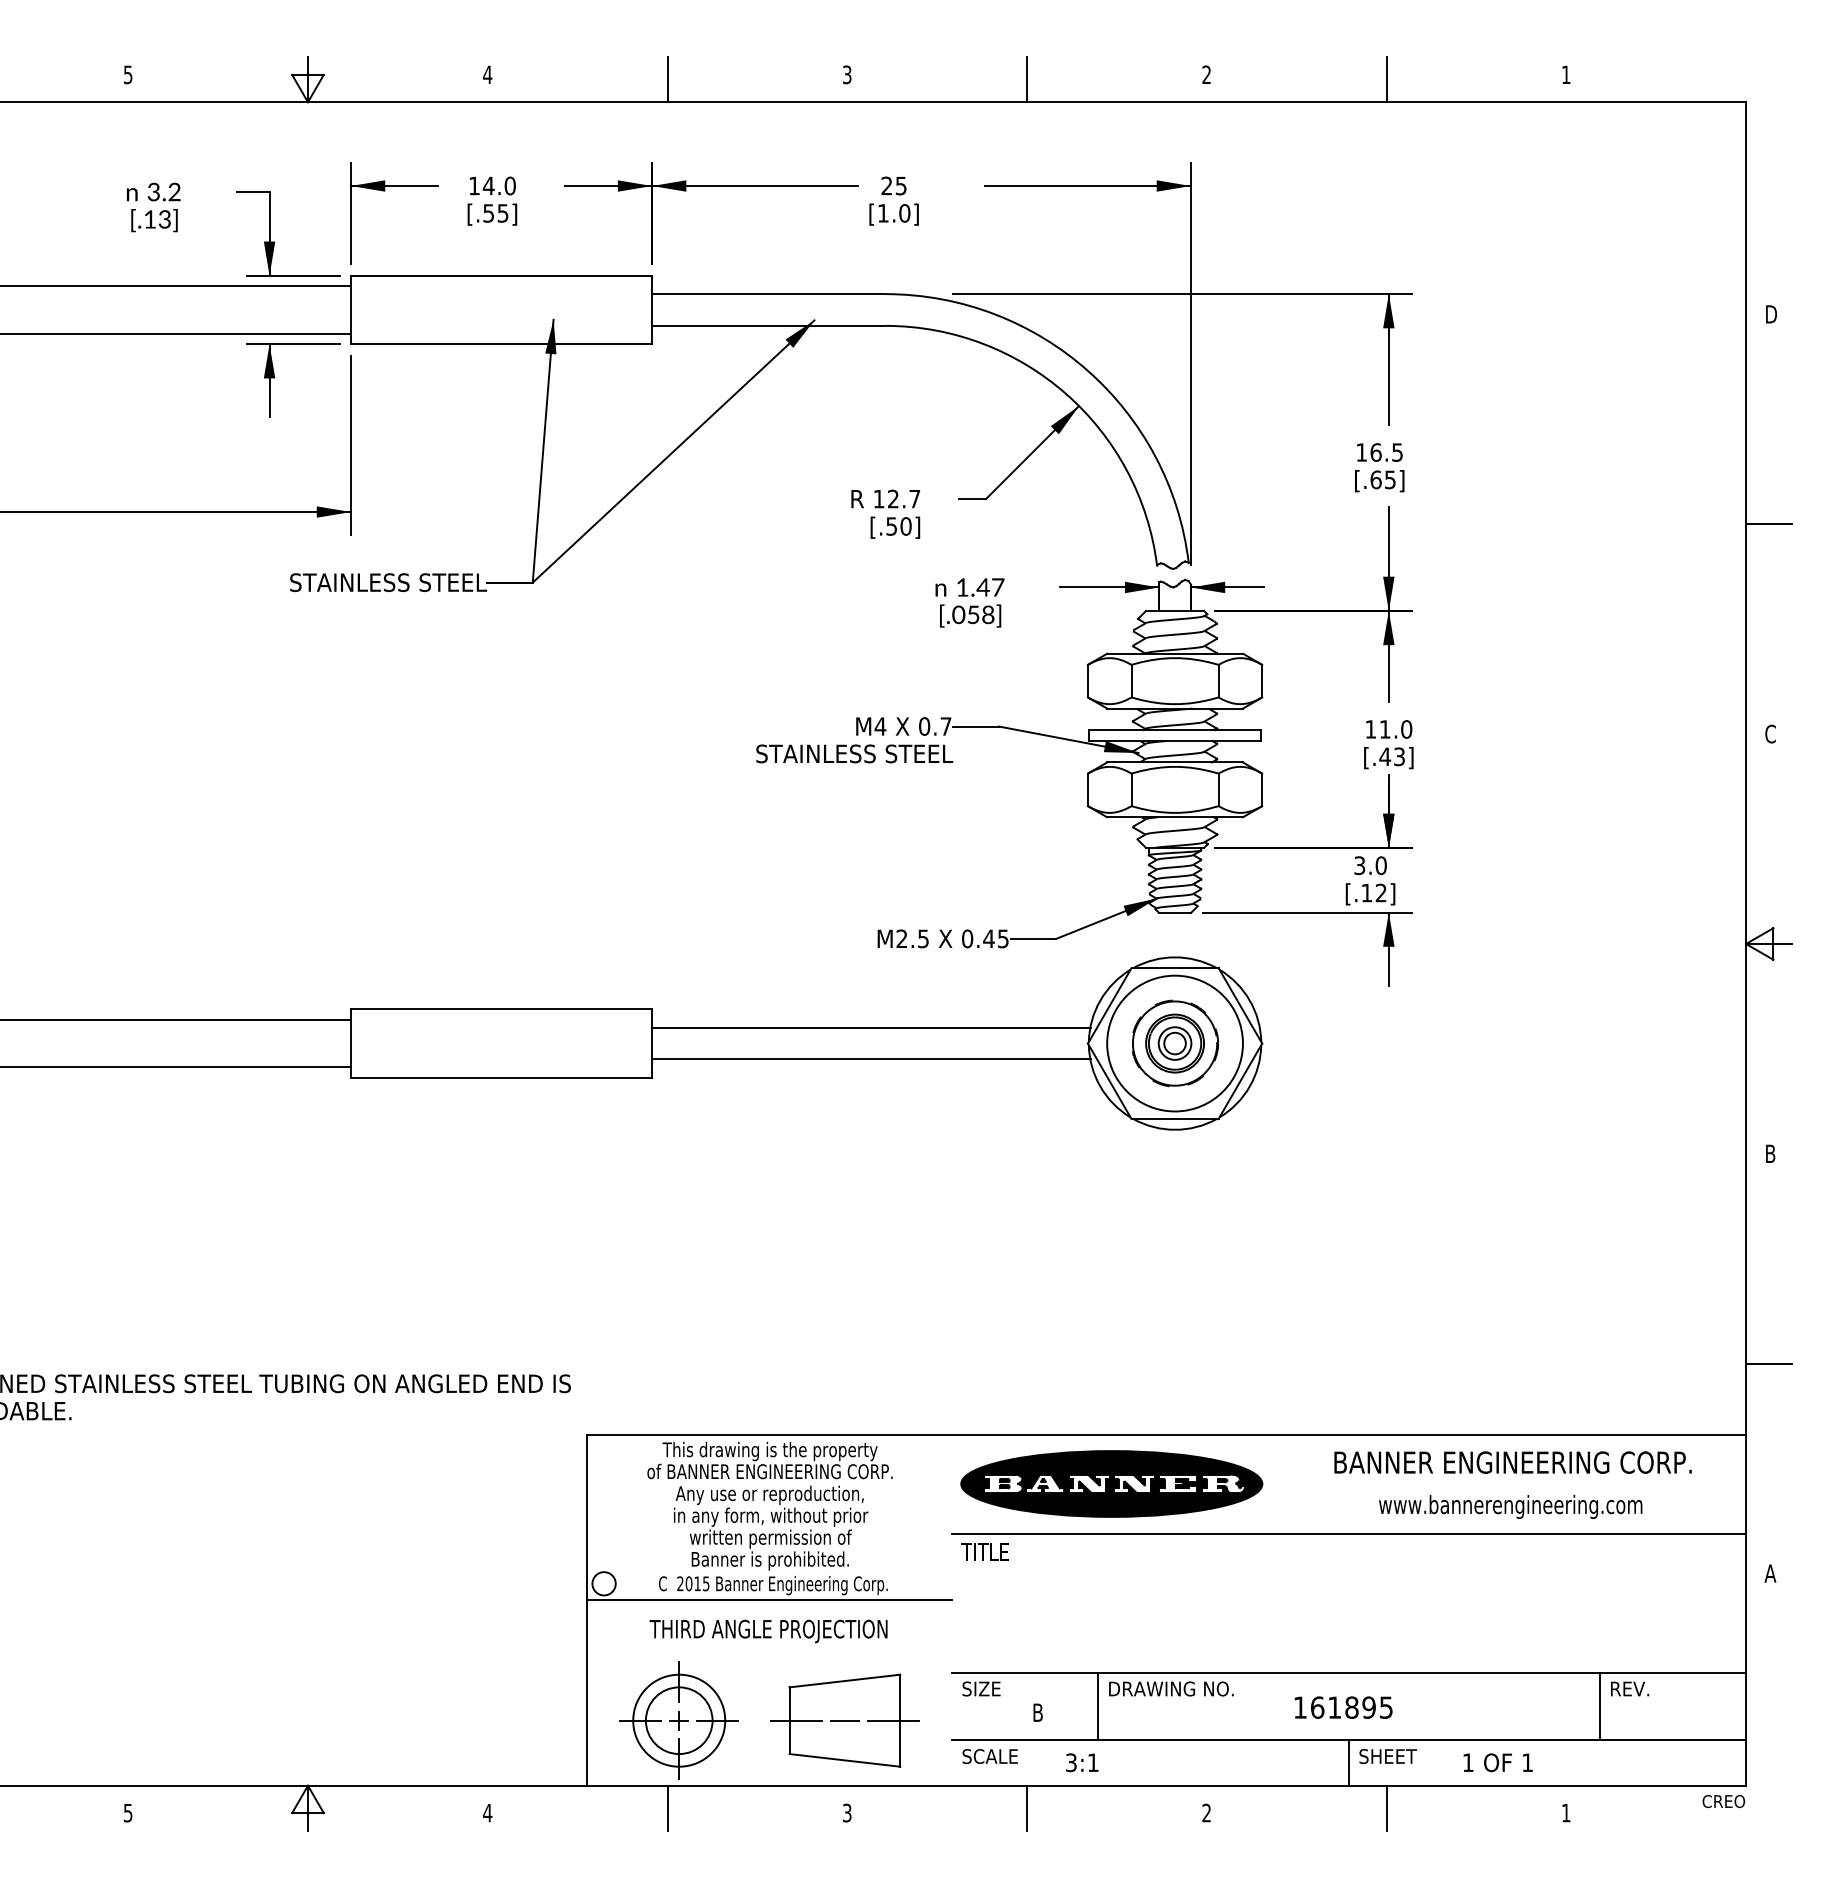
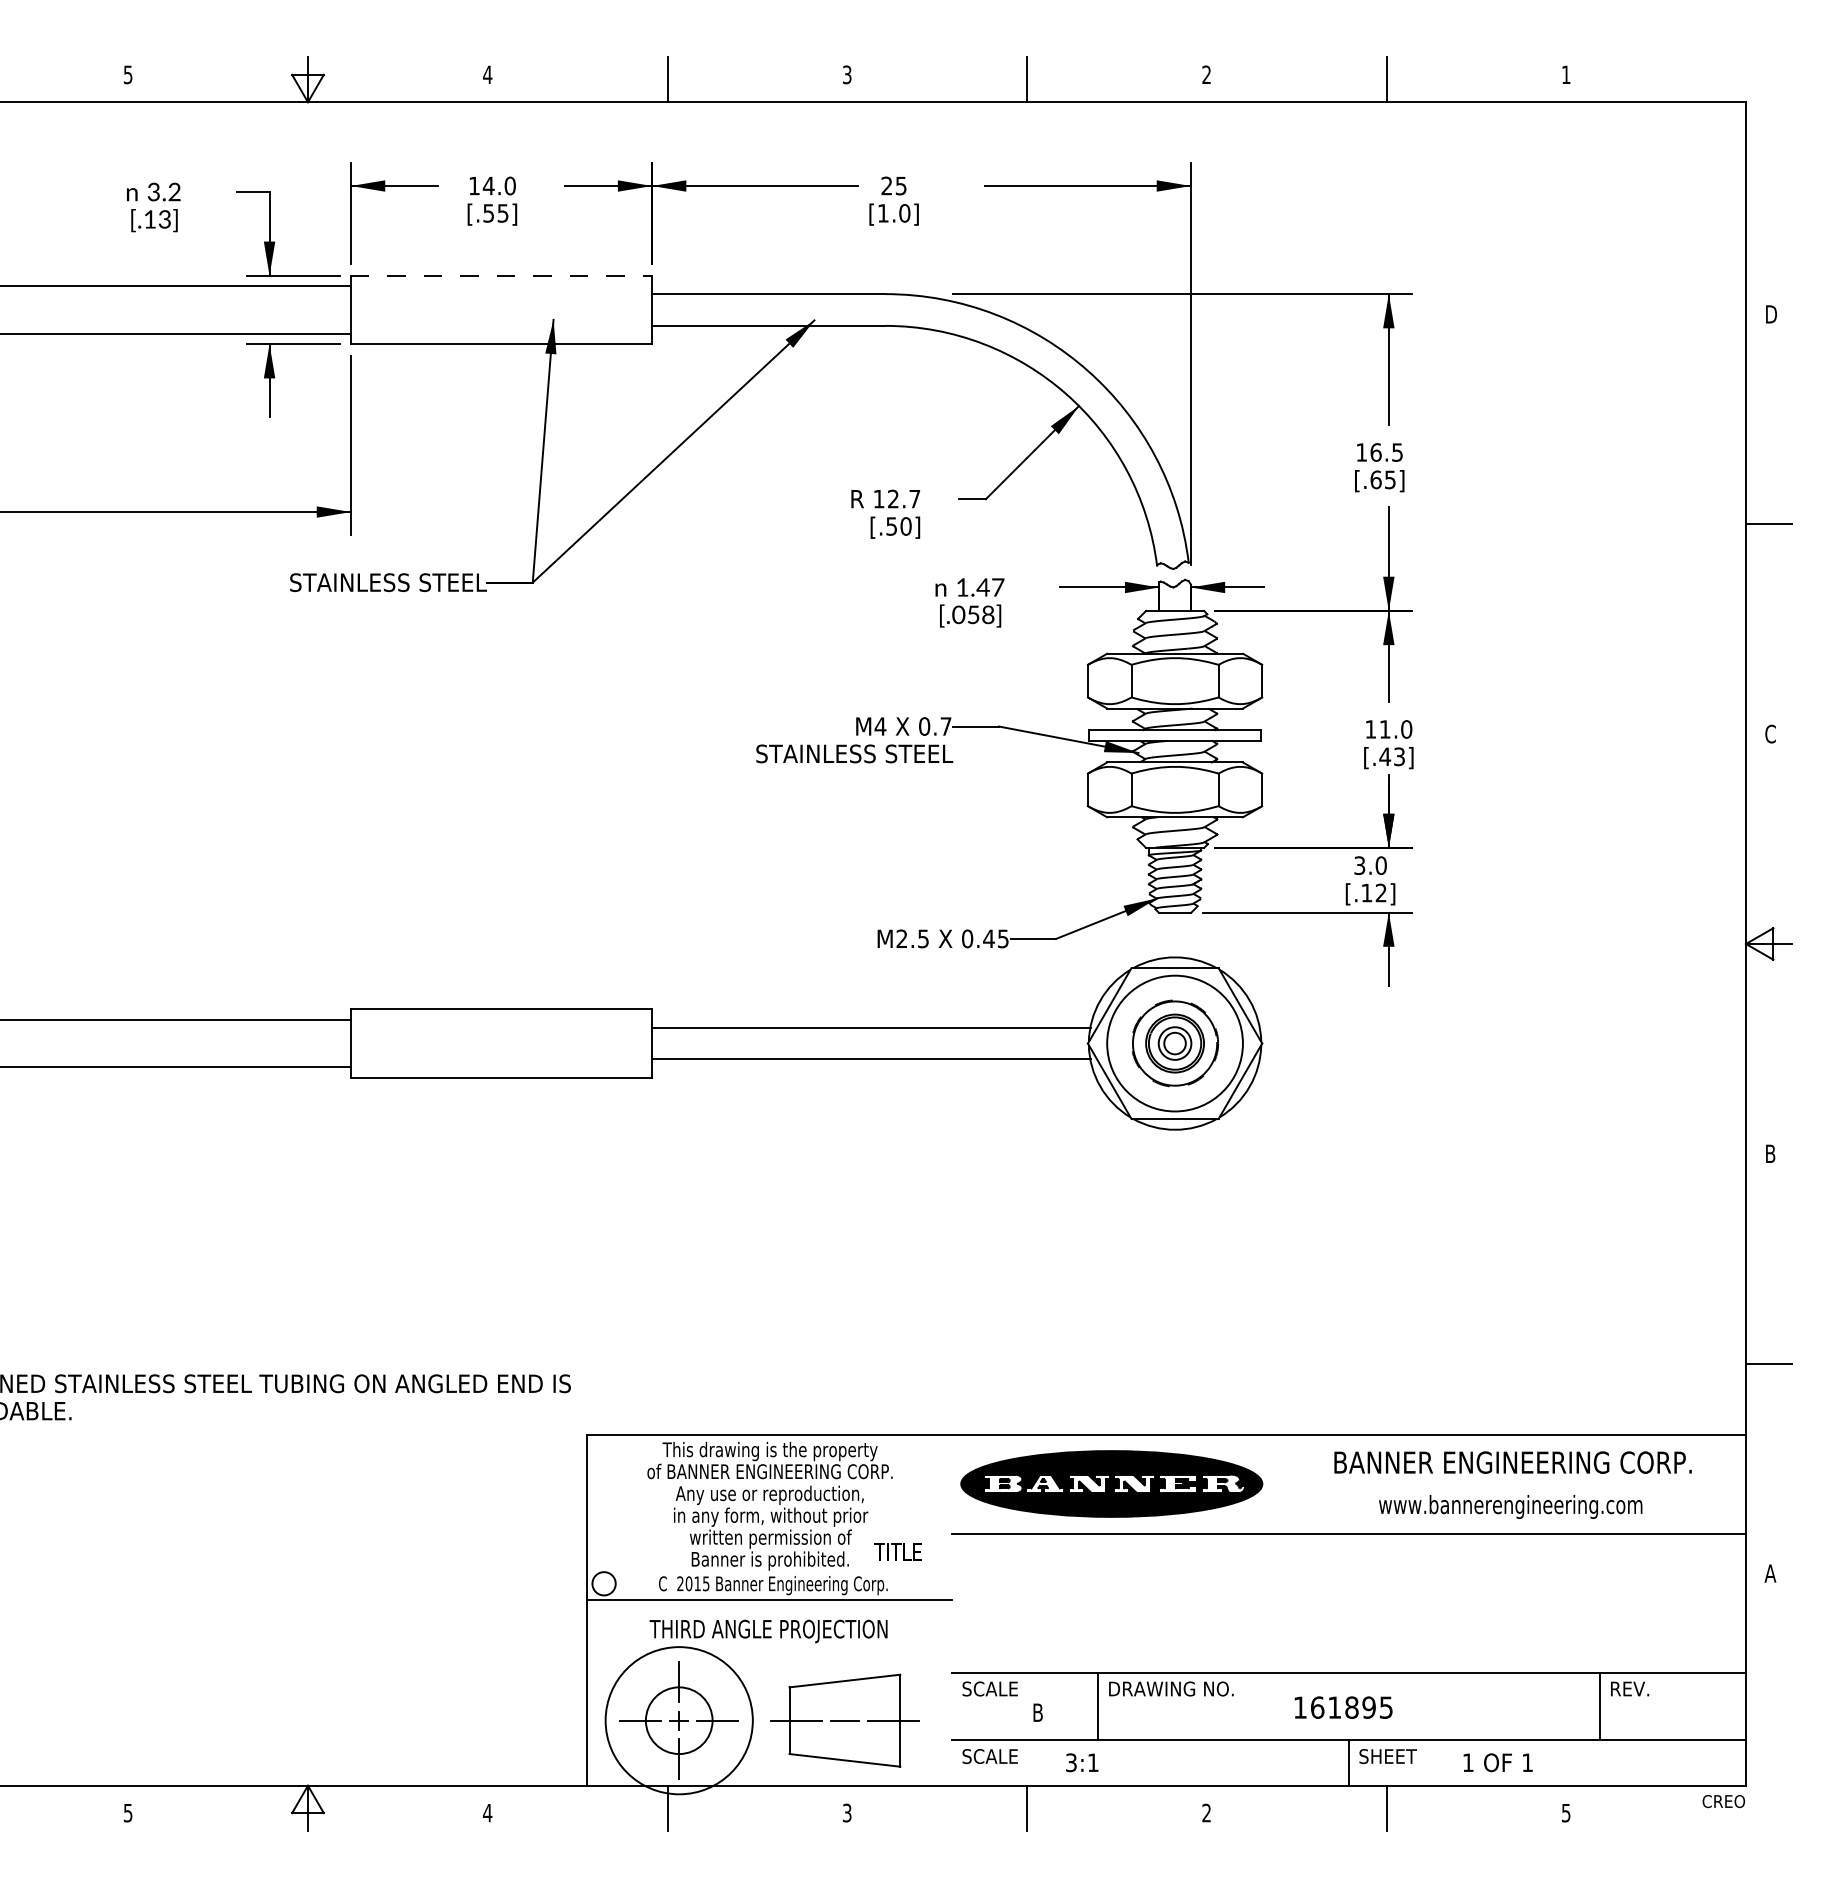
line at (501, 275): solid -> dashed
text at (984, 1551) position: (984, 1551) -> (897, 1551)
text at (995, 1688): SIZE -> SCALE
circle at (679, 1720) diameter: 92 px -> 147 px
text at (1566, 1813): 1 -> 5
